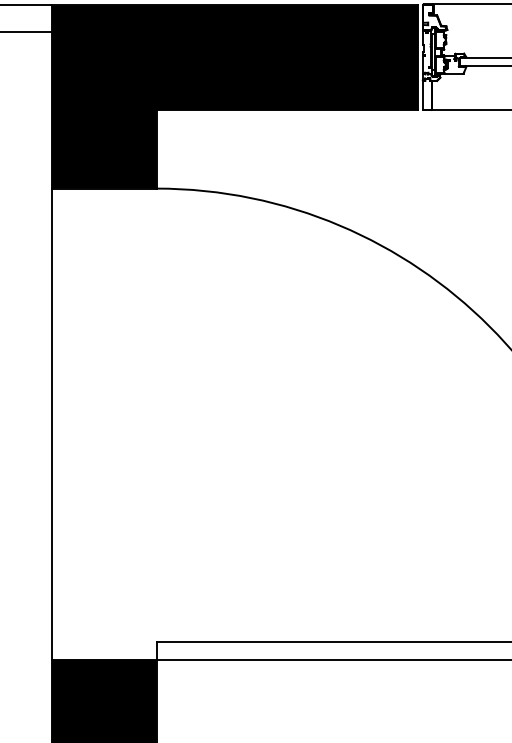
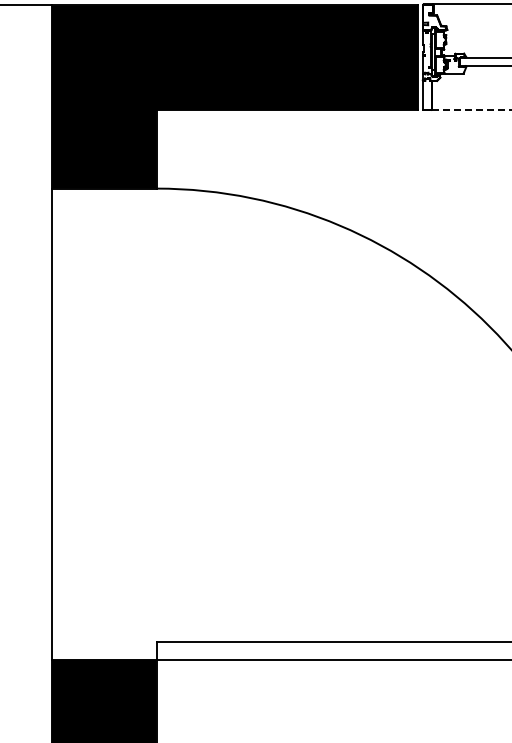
line at (26, 31): present -> none
line at (471, 110): solid -> dashed
